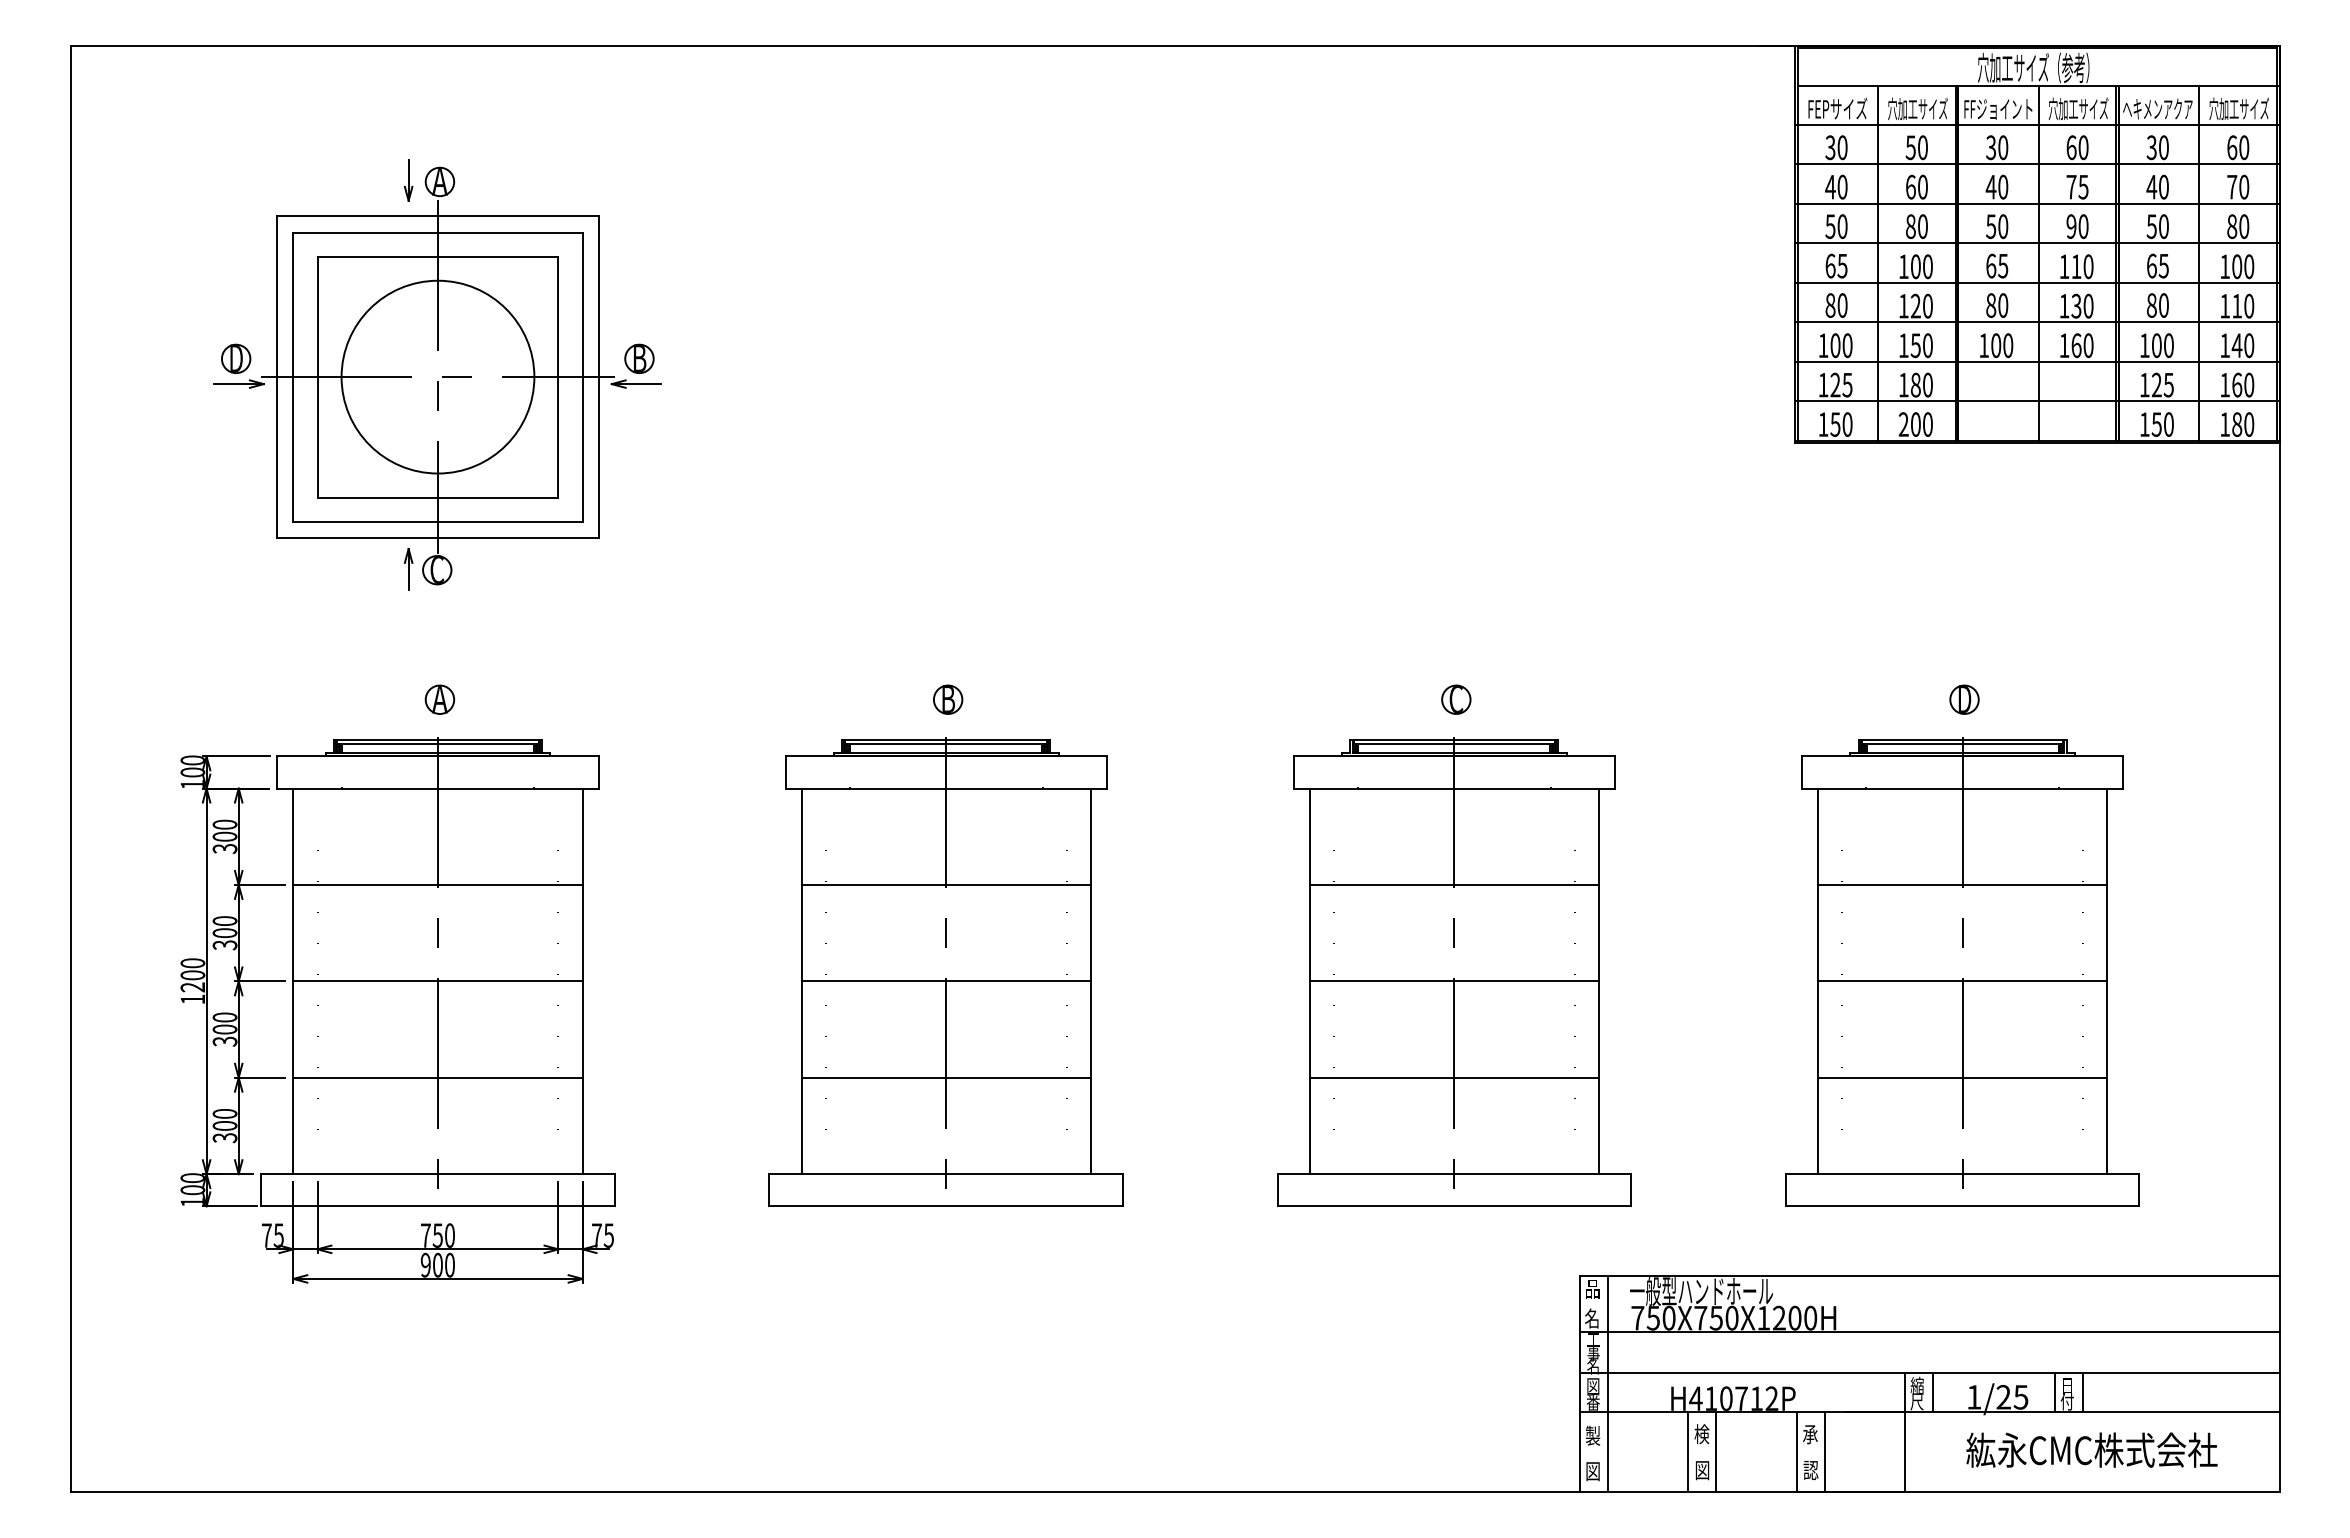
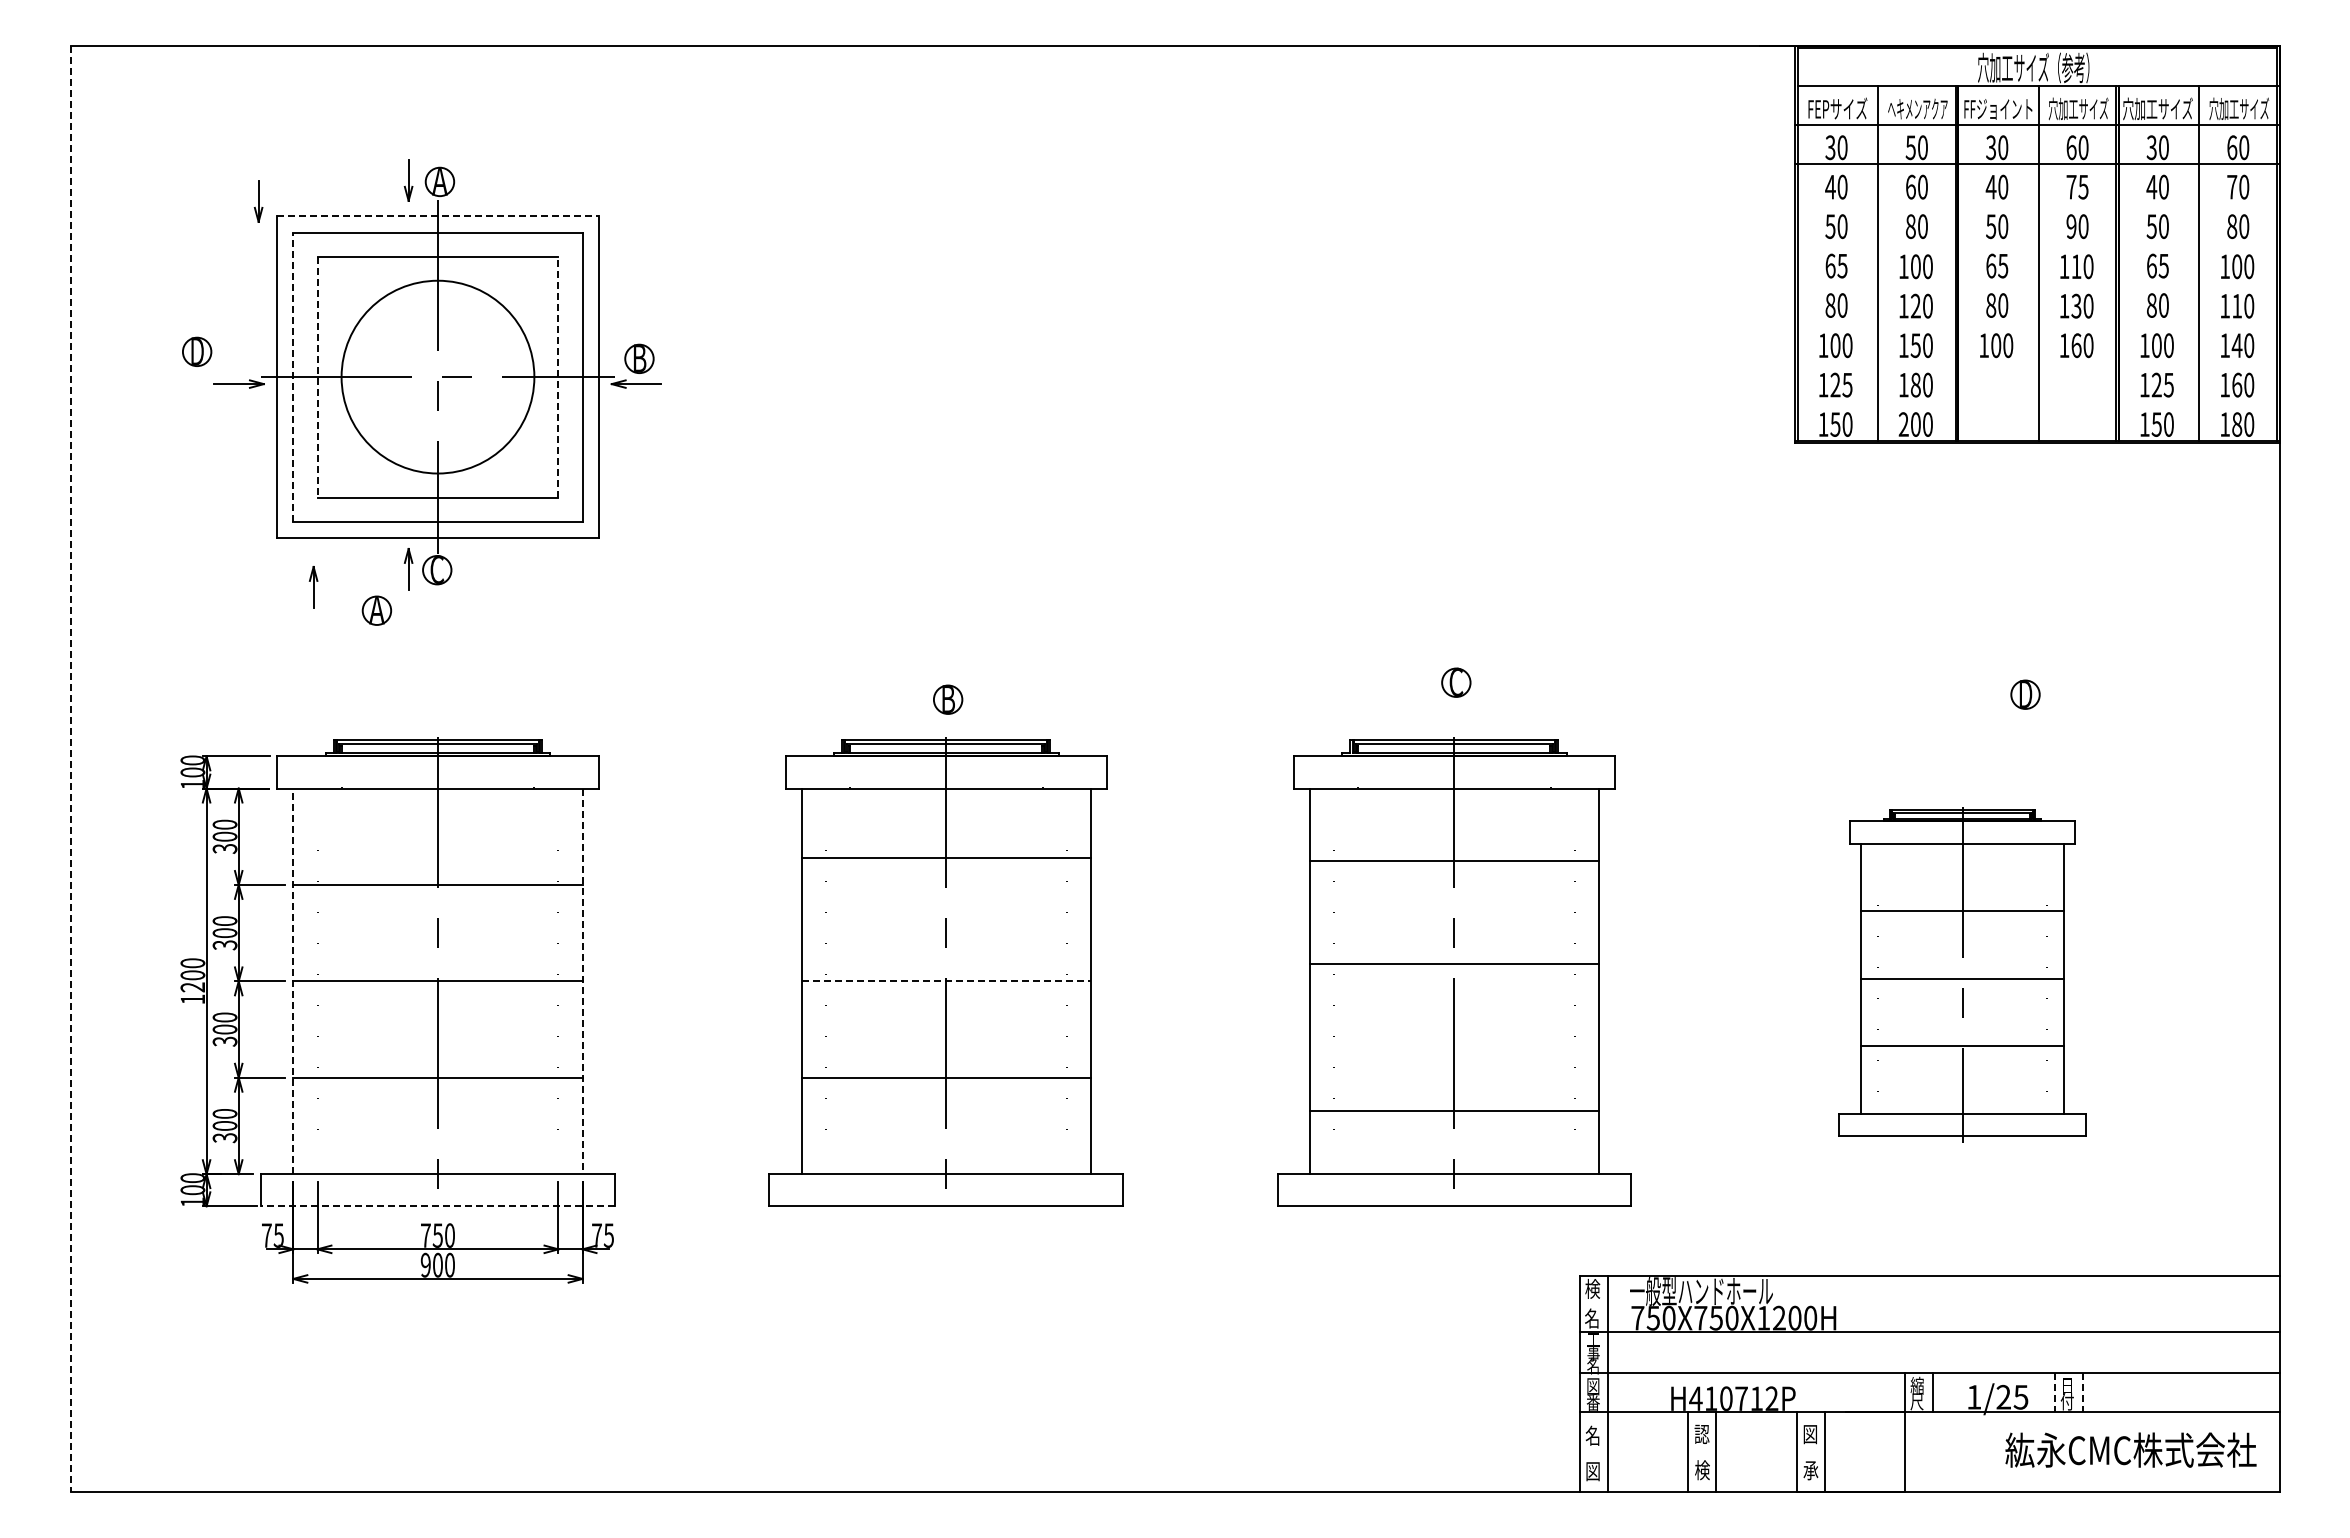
text at (1917, 108): 穴加工サイズ -> ヘキメンアクア
text at (2157, 108): ヘキメンアクア -> 穴加工サイズ
part at (258, 201): none -> present
line at (2037, 203): present -> none
line at (437, 216): solid -> dashed
line at (2037, 243): present -> none
line at (2037, 282): present -> none
line at (2037, 322): present -> none
part at (236, 358) position: (236, 358) -> (197, 351)
line at (2037, 361): present -> none
line at (558, 376): solid -> dashed
line at (293, 377): solid -> dashed
line at (317, 377): solid -> dashed
line at (2037, 401): present -> none
part at (313, 587): none -> present
part at (439, 699) position: (439, 699) -> (376, 610)
part at (1456, 699) position: (1456, 699) -> (1456, 682)
part at (1964, 699) position: (1964, 699) -> (2025, 694)
line at (70, 769): solid -> dashed
line at (945, 884) position: (945, 884) -> (945, 857)
line at (1453, 884) position: (1453, 884) -> (1453, 860)
part at (1962, 971) size: 355x470 px -> 249x336 px
line at (293, 981): solid -> dashed
line at (582, 981): solid -> dashed
line at (946, 981): solid -> dashed
line at (1453, 981) position: (1453, 981) -> (1453, 964)
line at (1453, 1077) position: (1453, 1077) -> (1453, 1110)
line at (437, 1206): solid -> dashed
text at (1592, 1288): 品 -> 検
line at (2054, 1393): solid -> dashed
line at (2082, 1393): solid -> dashed
text at (1701, 1434): 検 -> 認
text at (1810, 1434): 承 -> 図
text at (1592, 1435): 製 -> 名
text at (2091, 1449) position: (2091, 1449) -> (2130, 1449)
text at (1702, 1470): 図 -> 検
text at (1810, 1470): 認 -> 承
